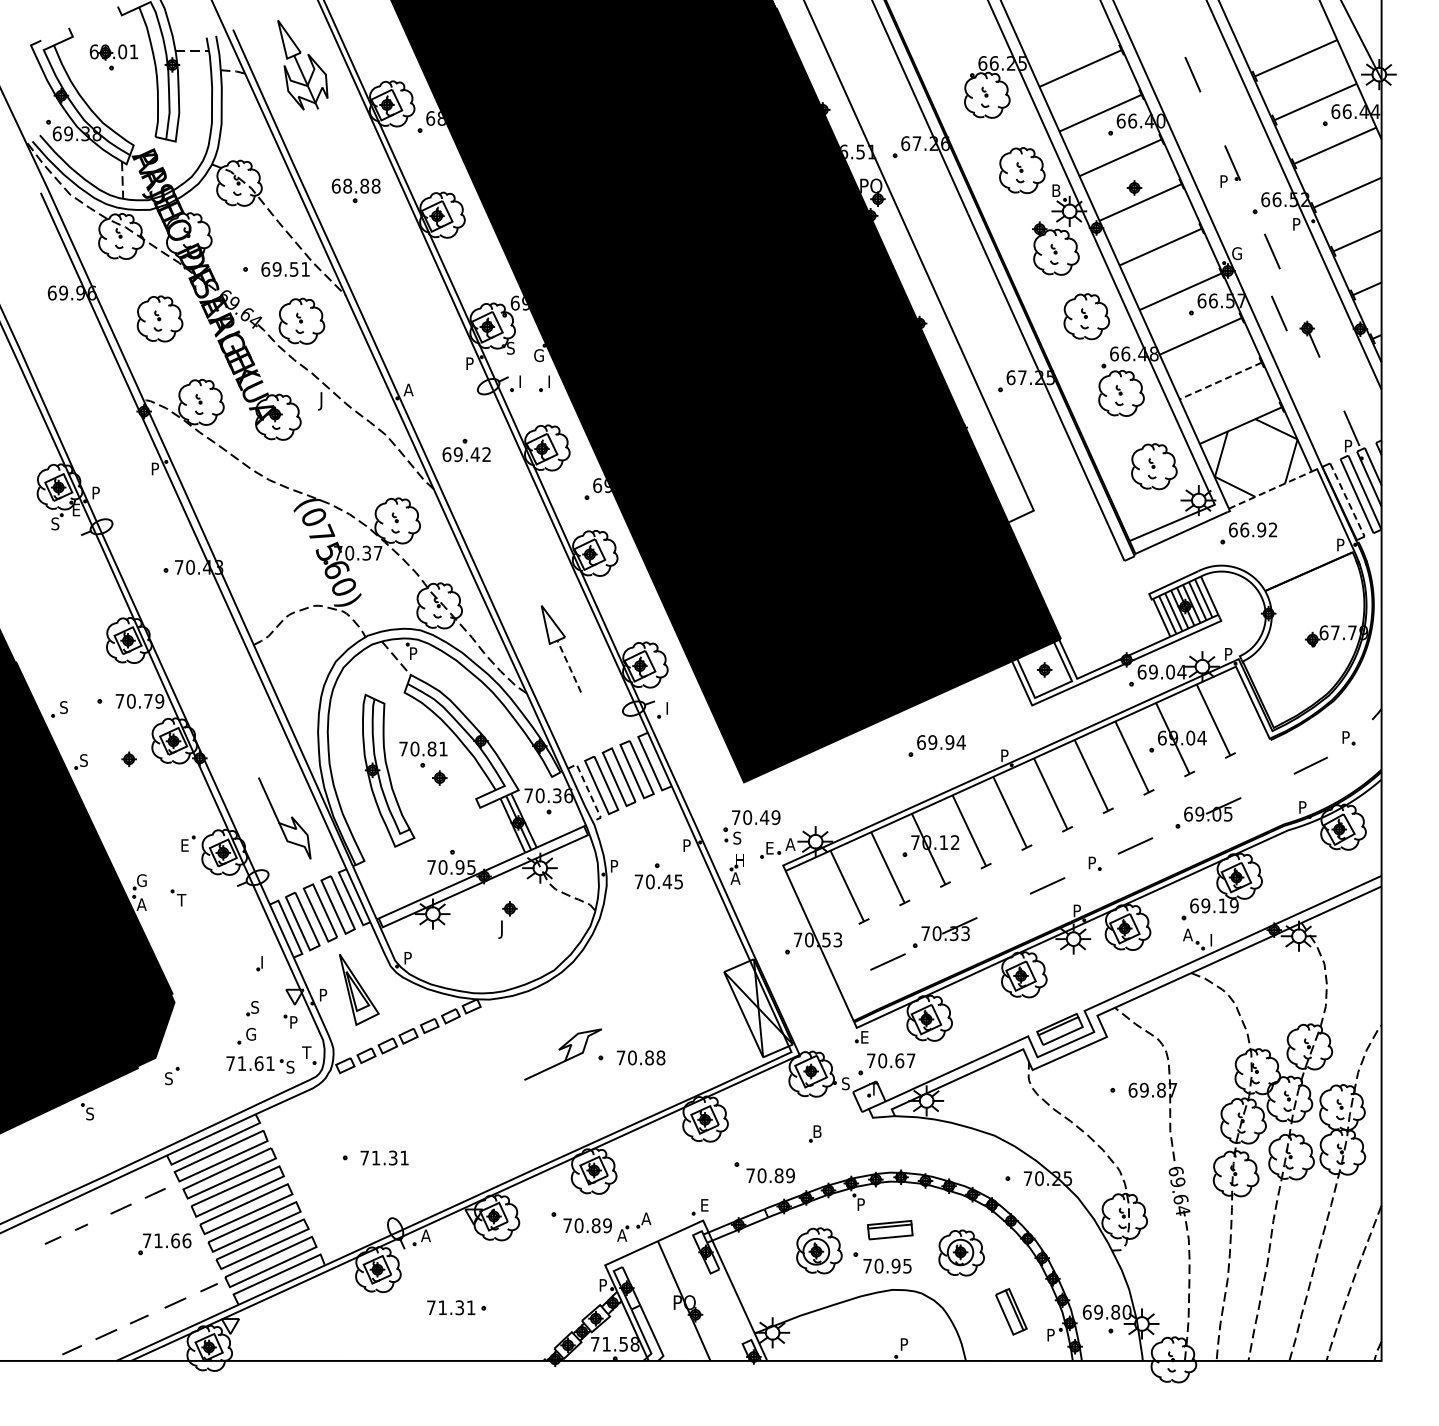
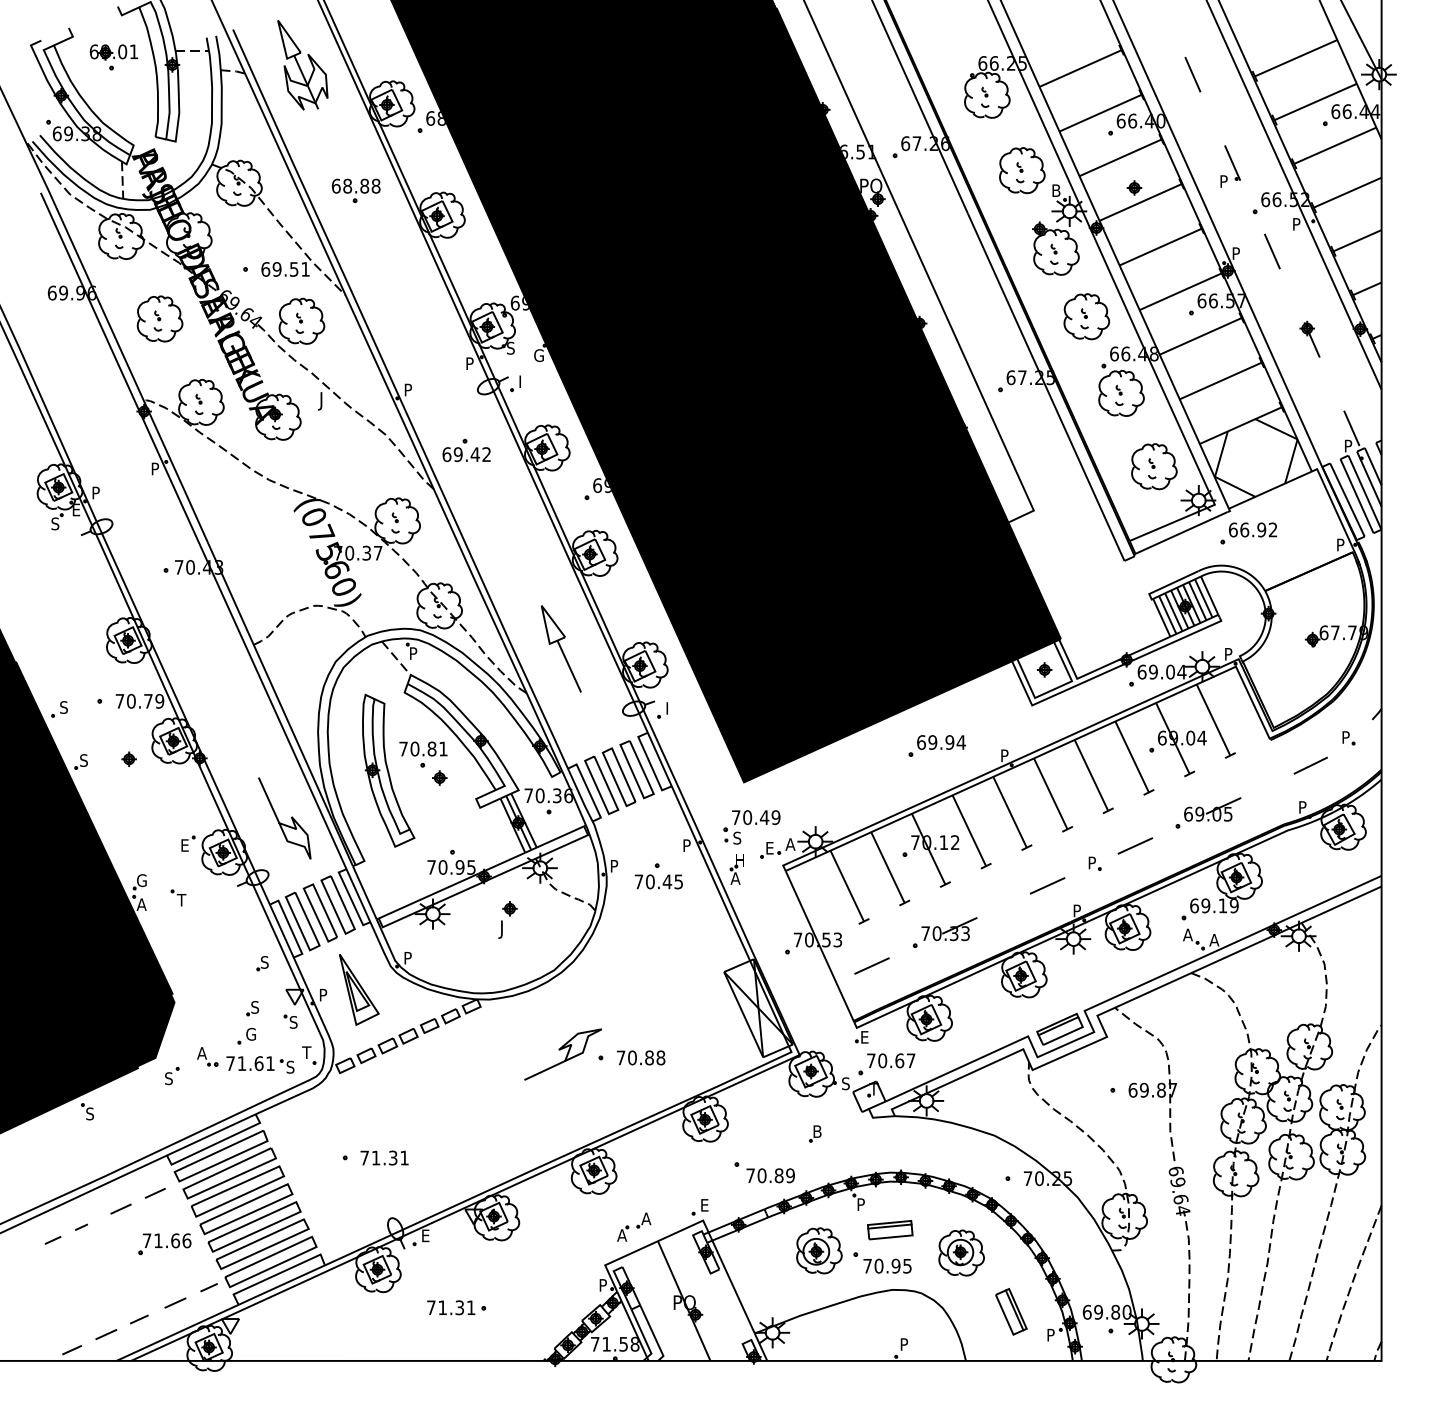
text at (1236, 253): G -> P
line at (1279, 313): present -> none
line at (1220, 381): dashed -> solid
part at (544, 383): present -> none
text at (408, 389): A -> P
line at (1270, 489): dashed -> solid
line at (1347, 500): dashed -> solid
line at (569, 666): dashed -> solid
line at (588, 791): dashed -> solid
text at (1214, 940): I -> A
line at (887, 961) position: (887, 961) -> (871, 965)
text at (264, 962): I -> S
text at (293, 1022): P -> S
part at (207, 1056): none -> present
part at (581, 1222): present -> none
text at (425, 1235): A -> E
